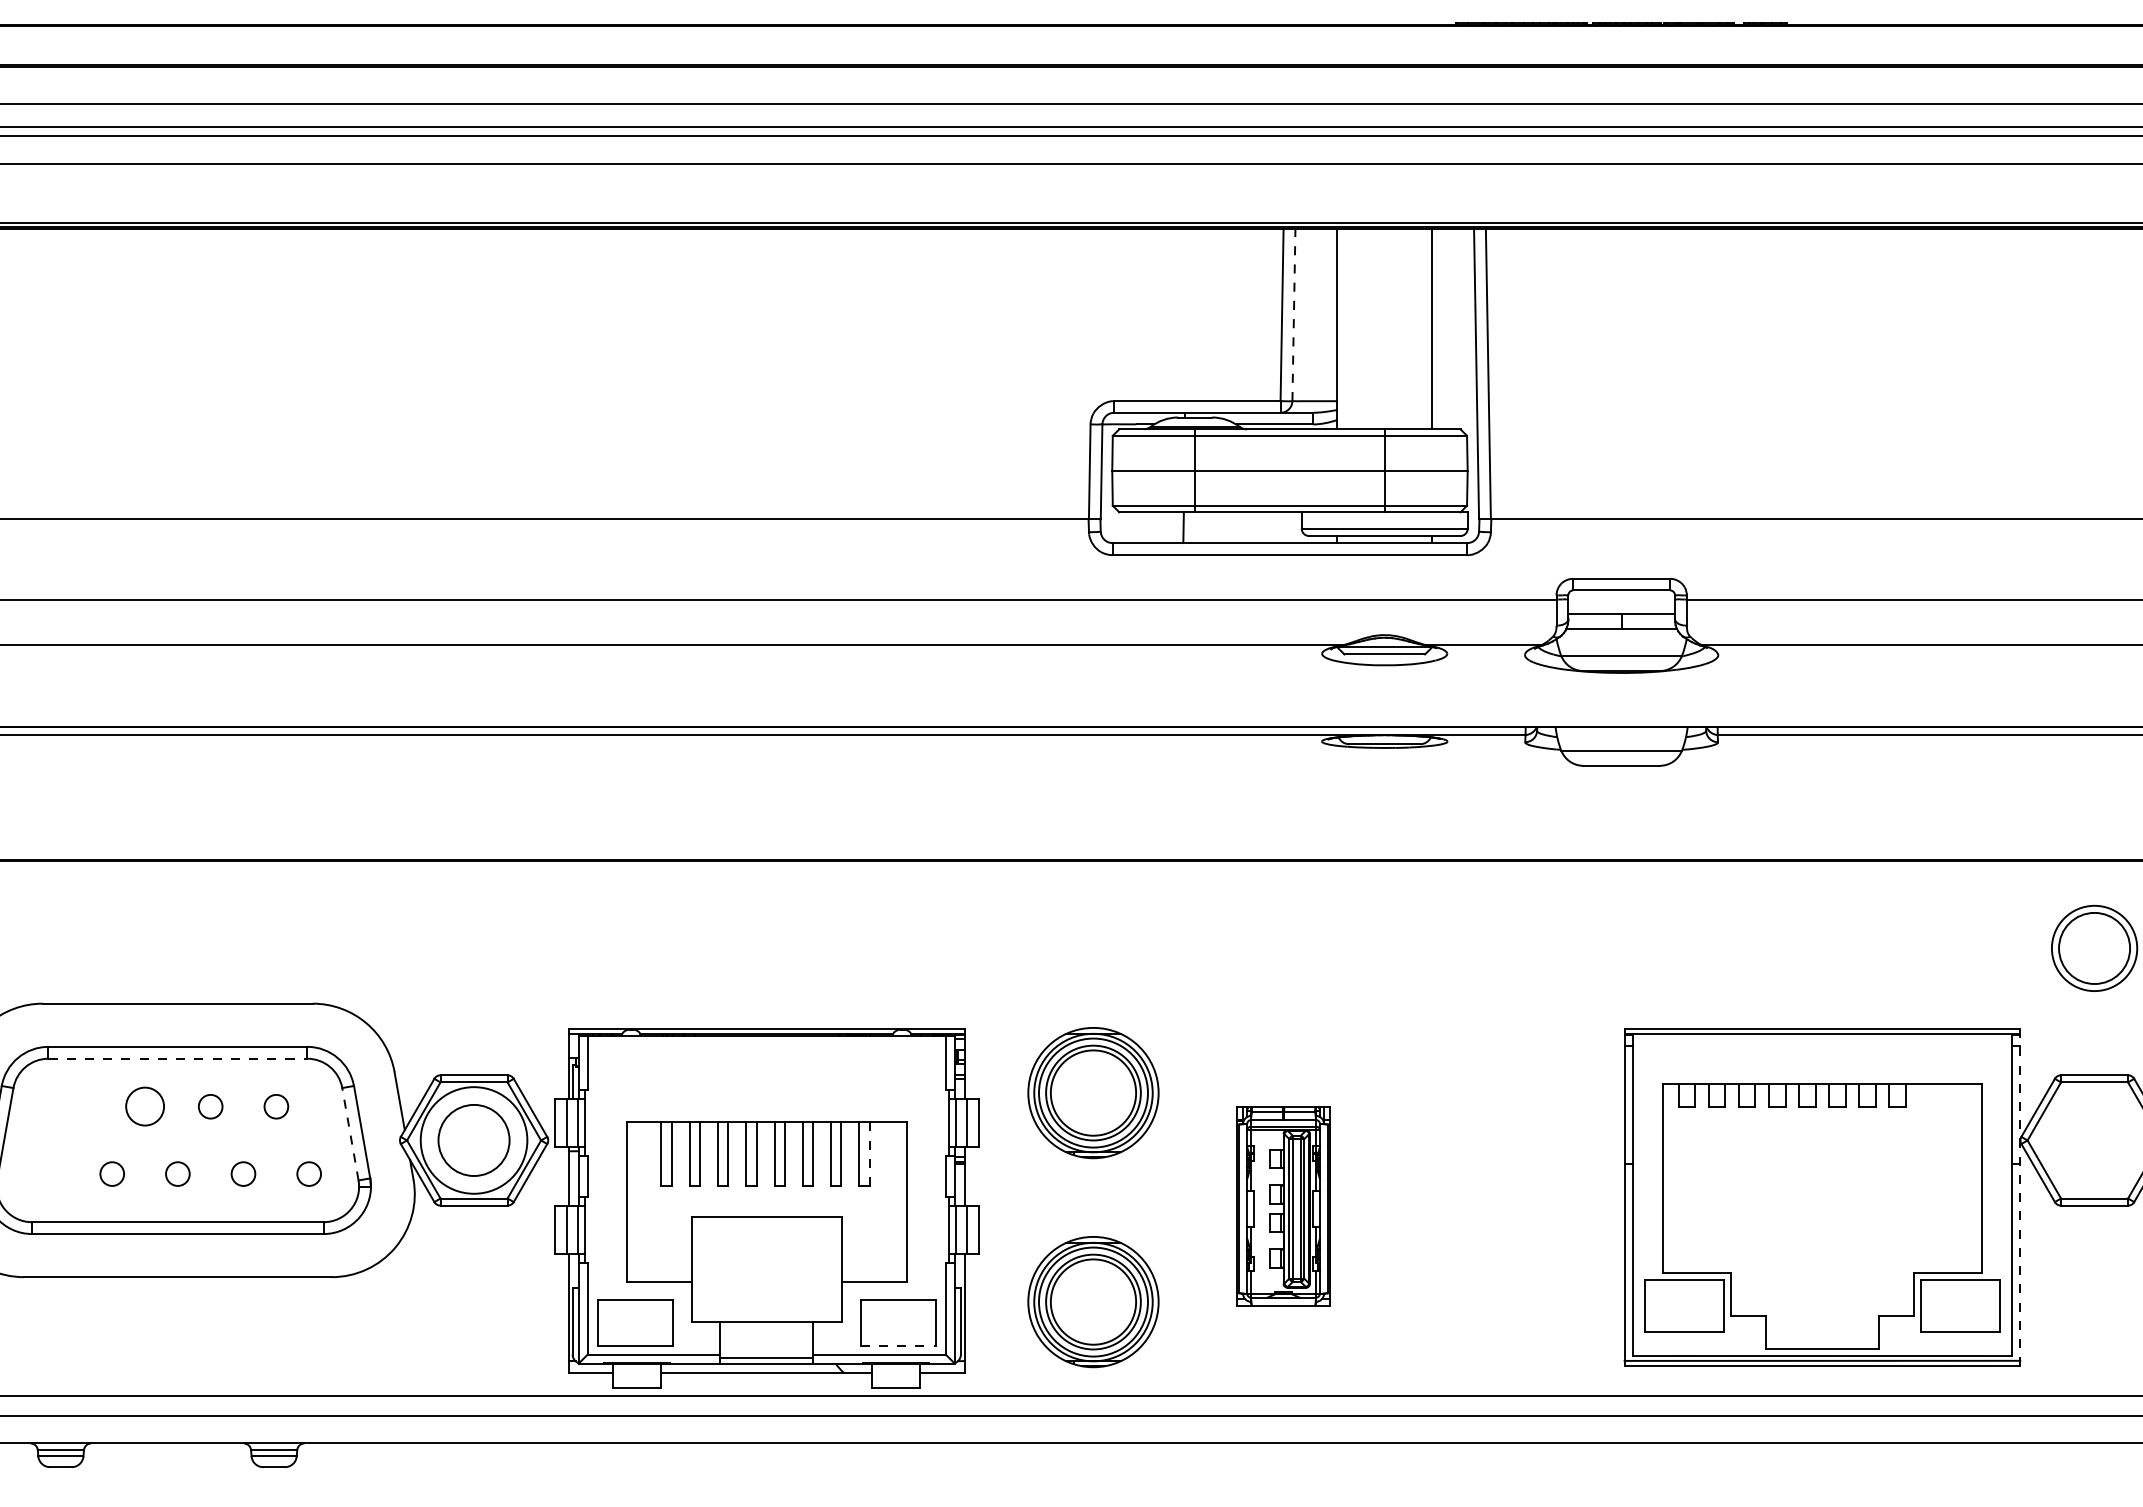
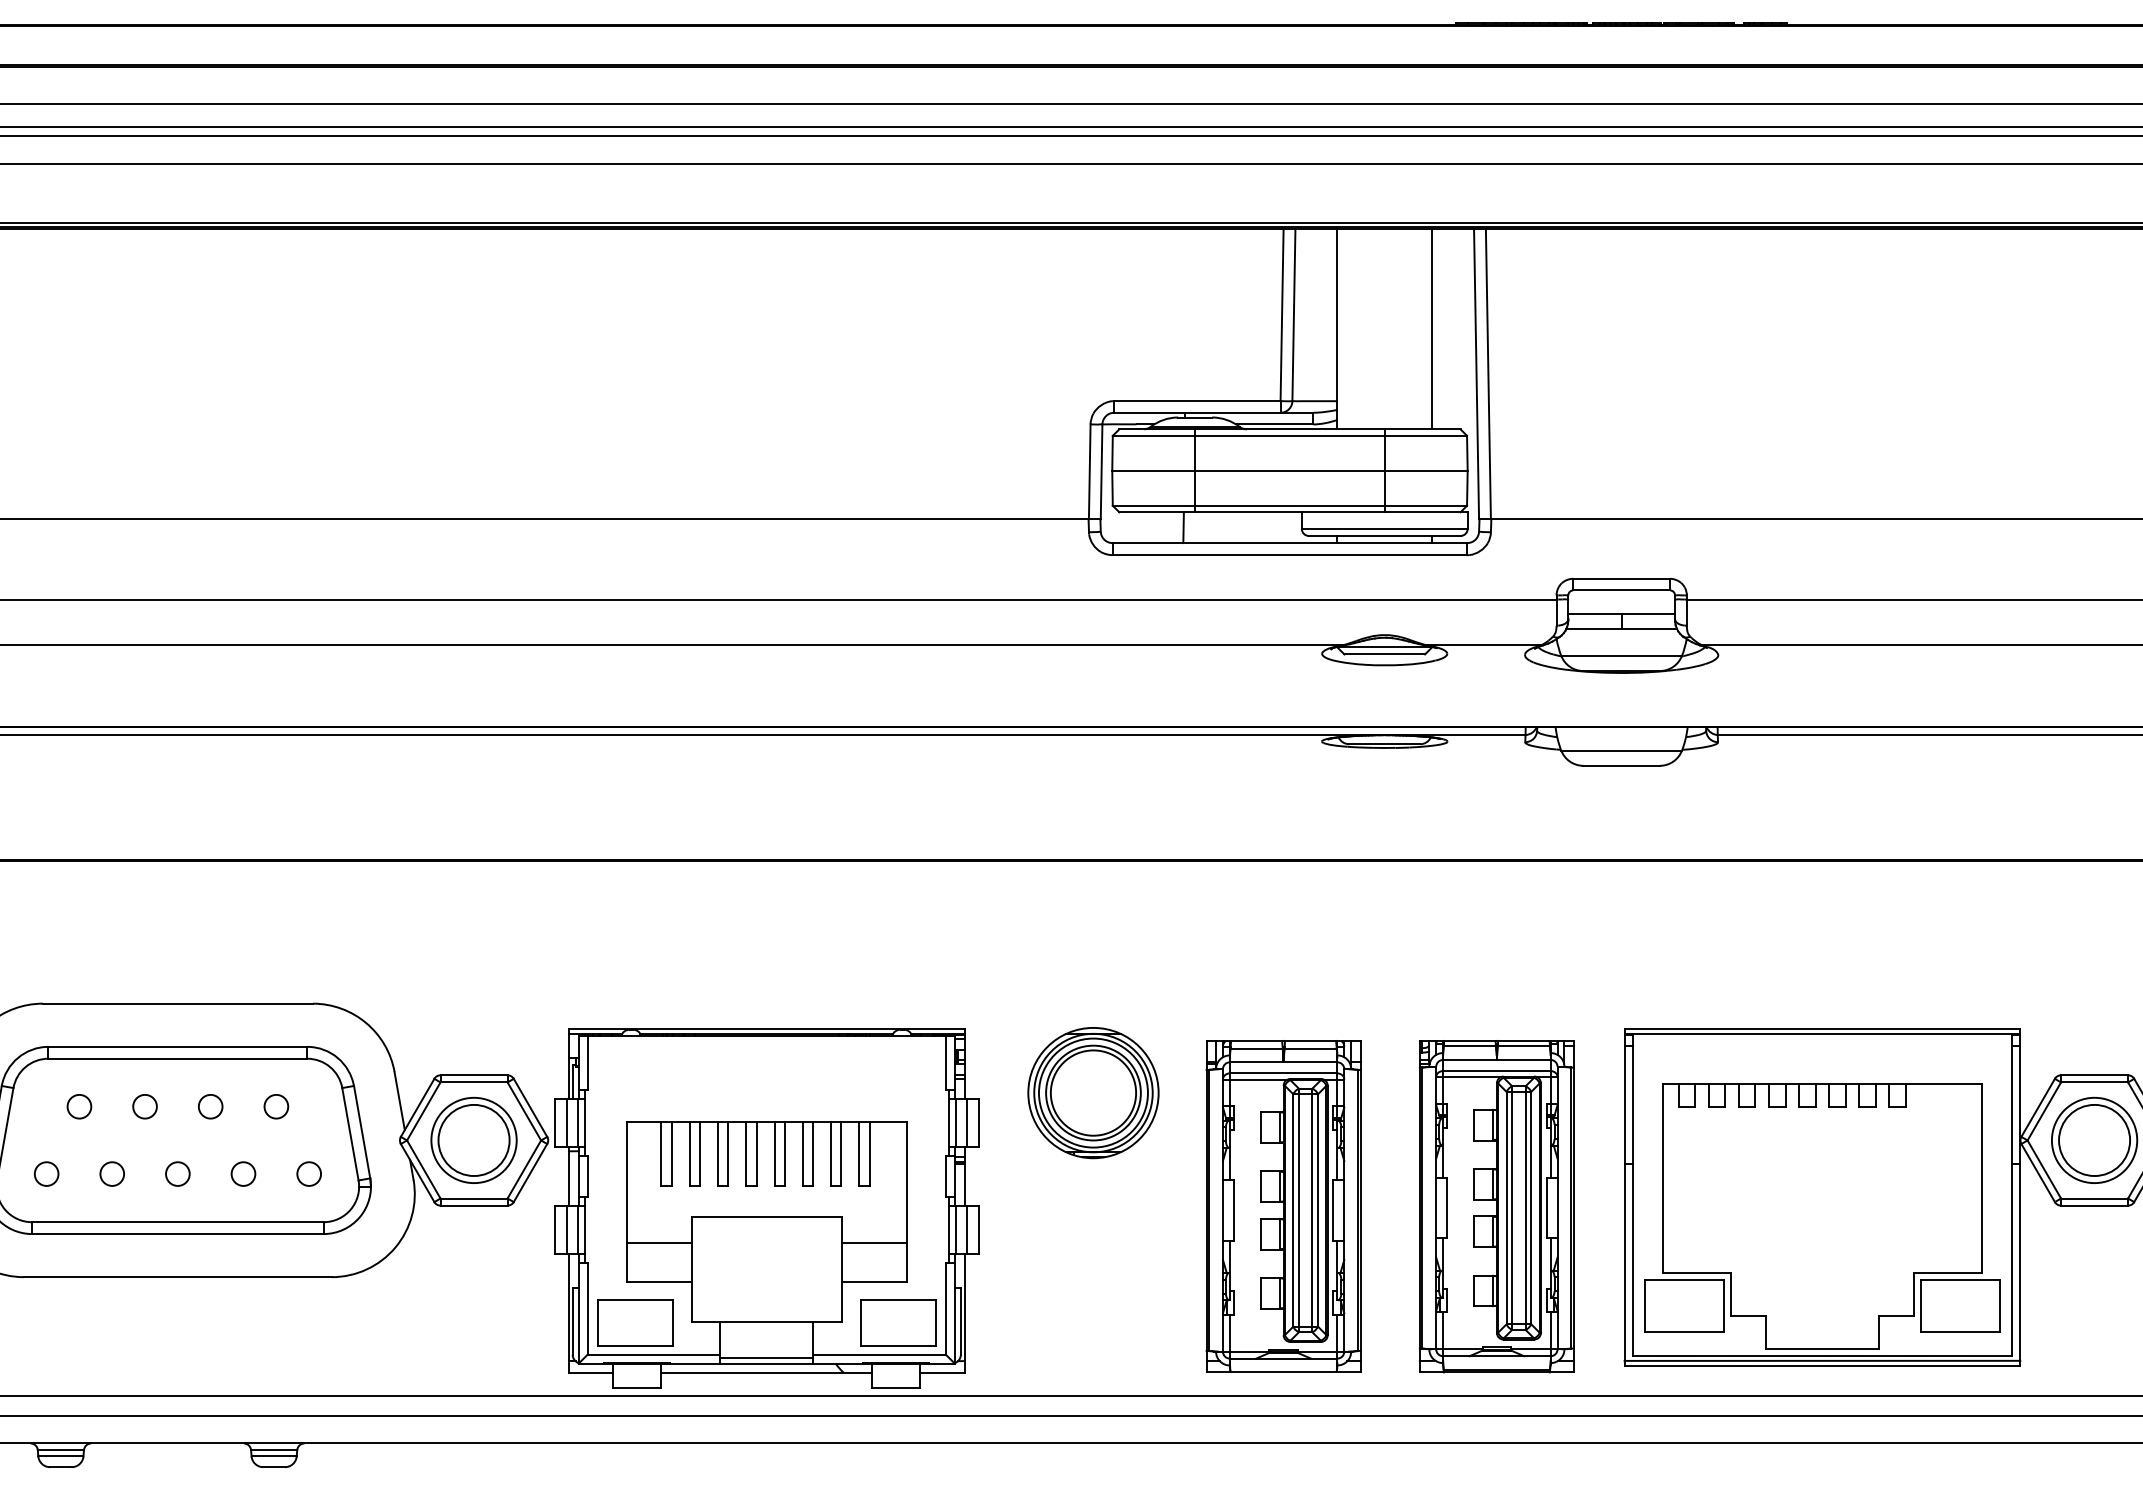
line at (1293, 315): dashed -> solid
part at (2094, 947) position: (2094, 947) -> (2094, 1139)
line at (178, 1058): dashed -> solid
circle at (79, 1106): none -> present
circle at (144, 1106) size: 40x41 px -> 26x26 px
line at (350, 1134): dashed -> solid
circle at (473, 1140) diameter: 107 px -> 85 px
line at (869, 1154): dashed -> solid
circle at (46, 1173): none -> present
line at (2020, 1197): dashed -> solid
part at (1283, 1206) size: 95x201 px -> 157x333 px
part at (1496, 1206): none -> present
line at (658, 1242): none -> present
line at (873, 1242): none -> present
part at (1093, 1302): present -> none
line at (898, 1345): dashed -> solid
